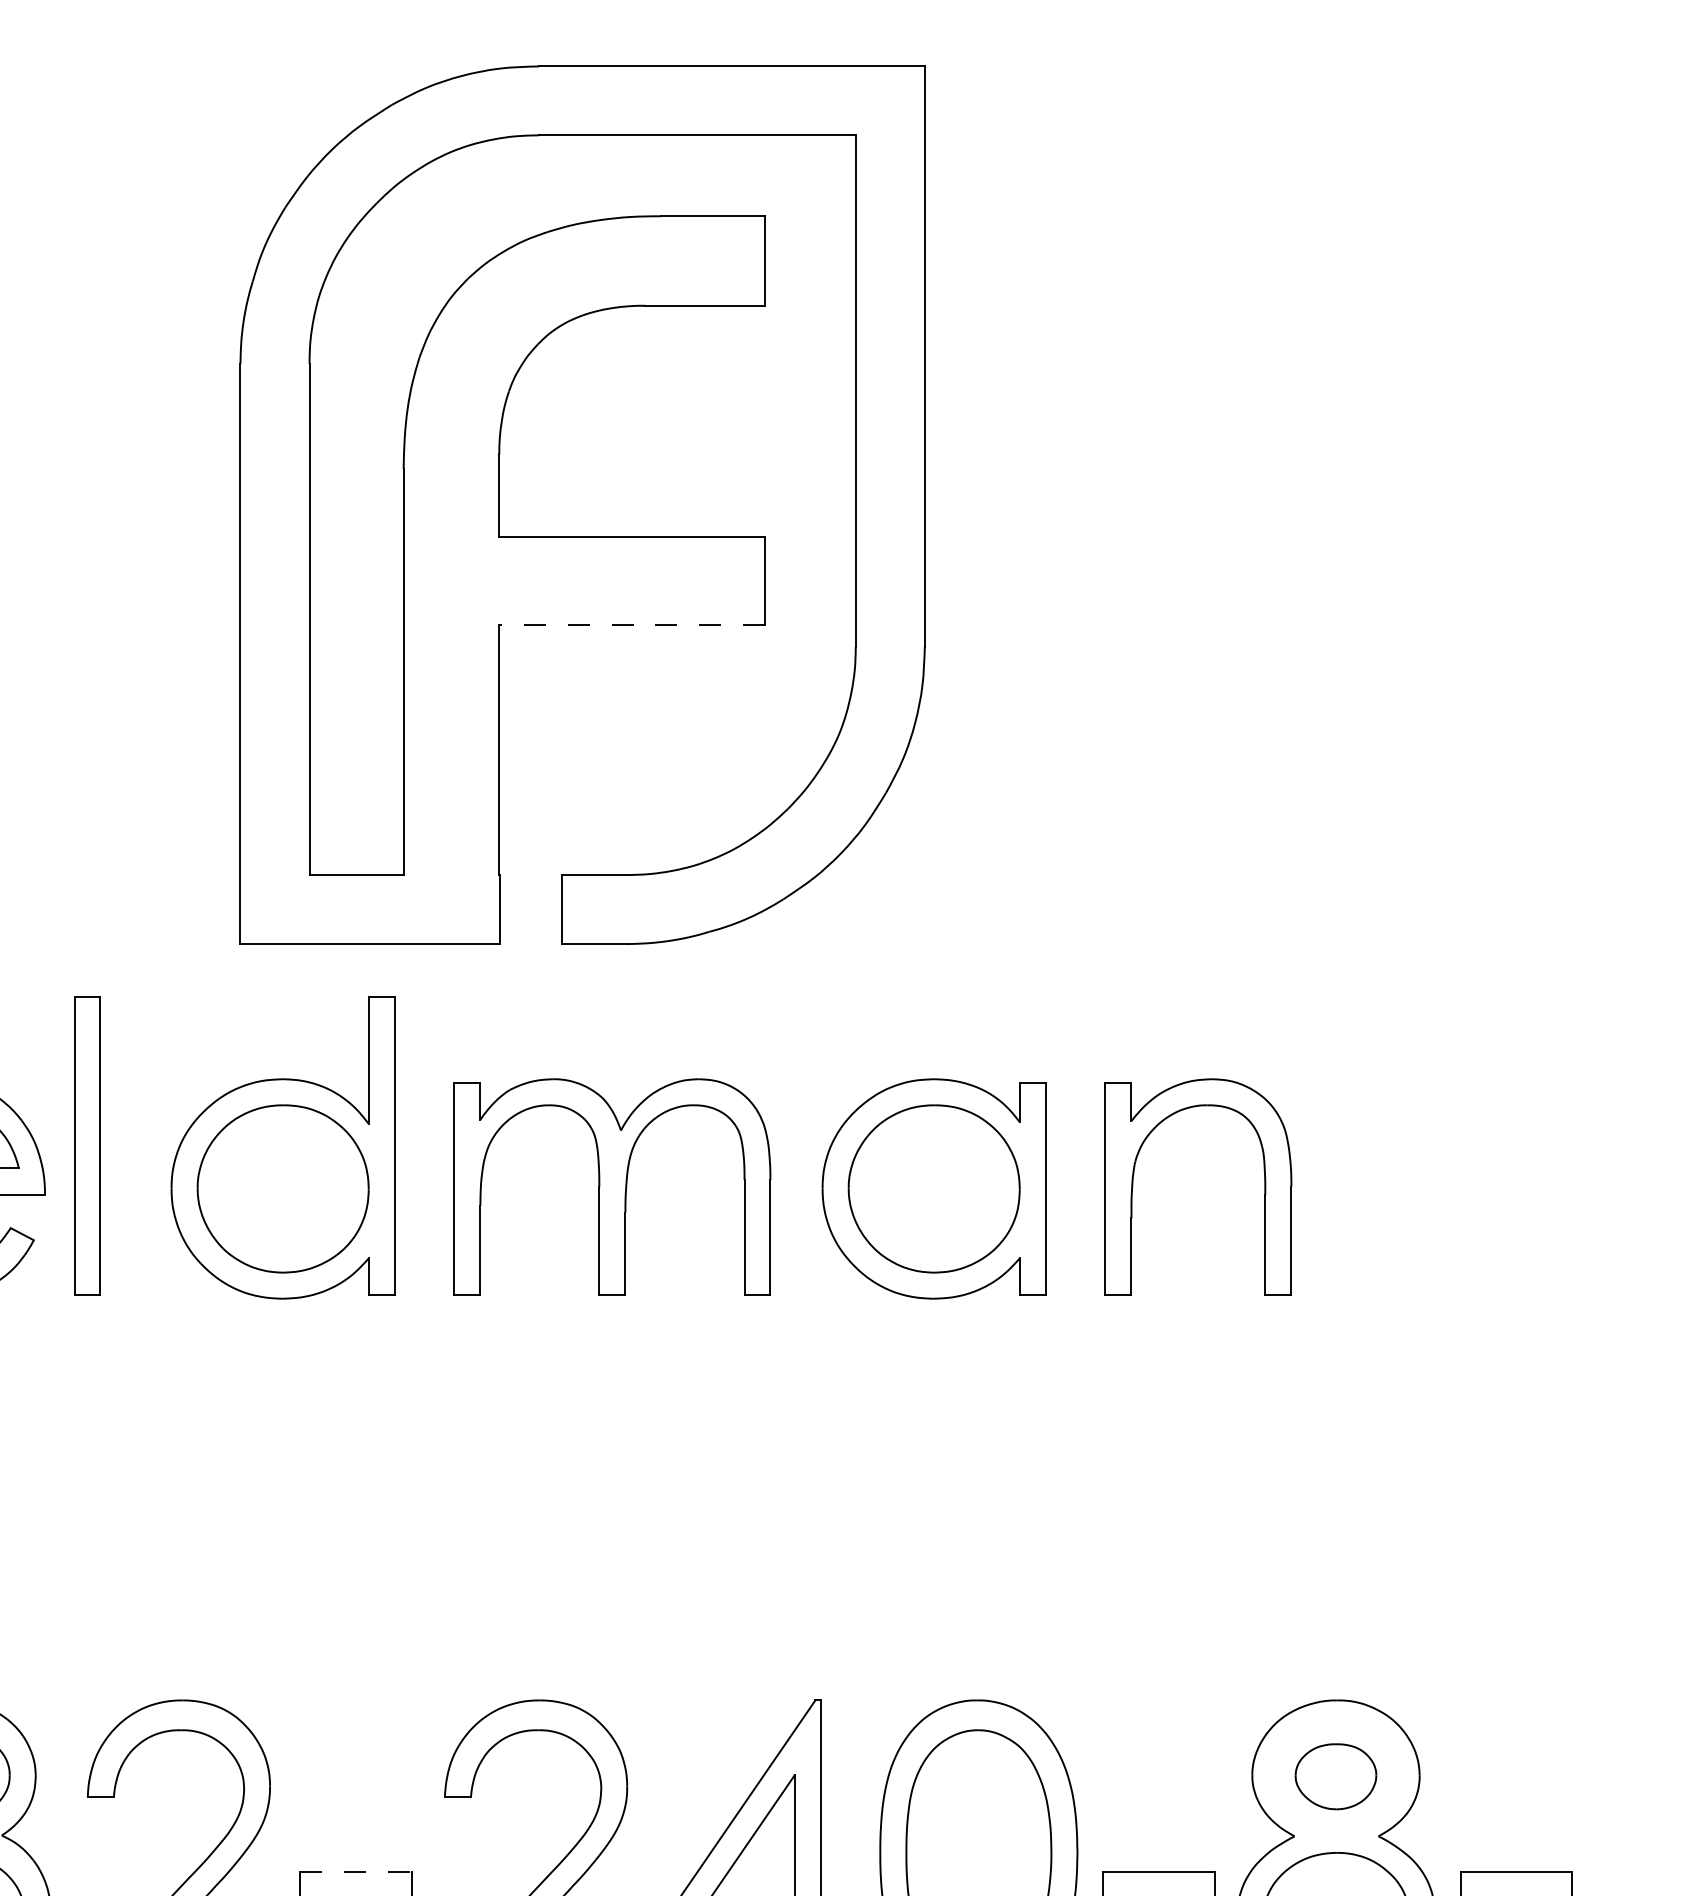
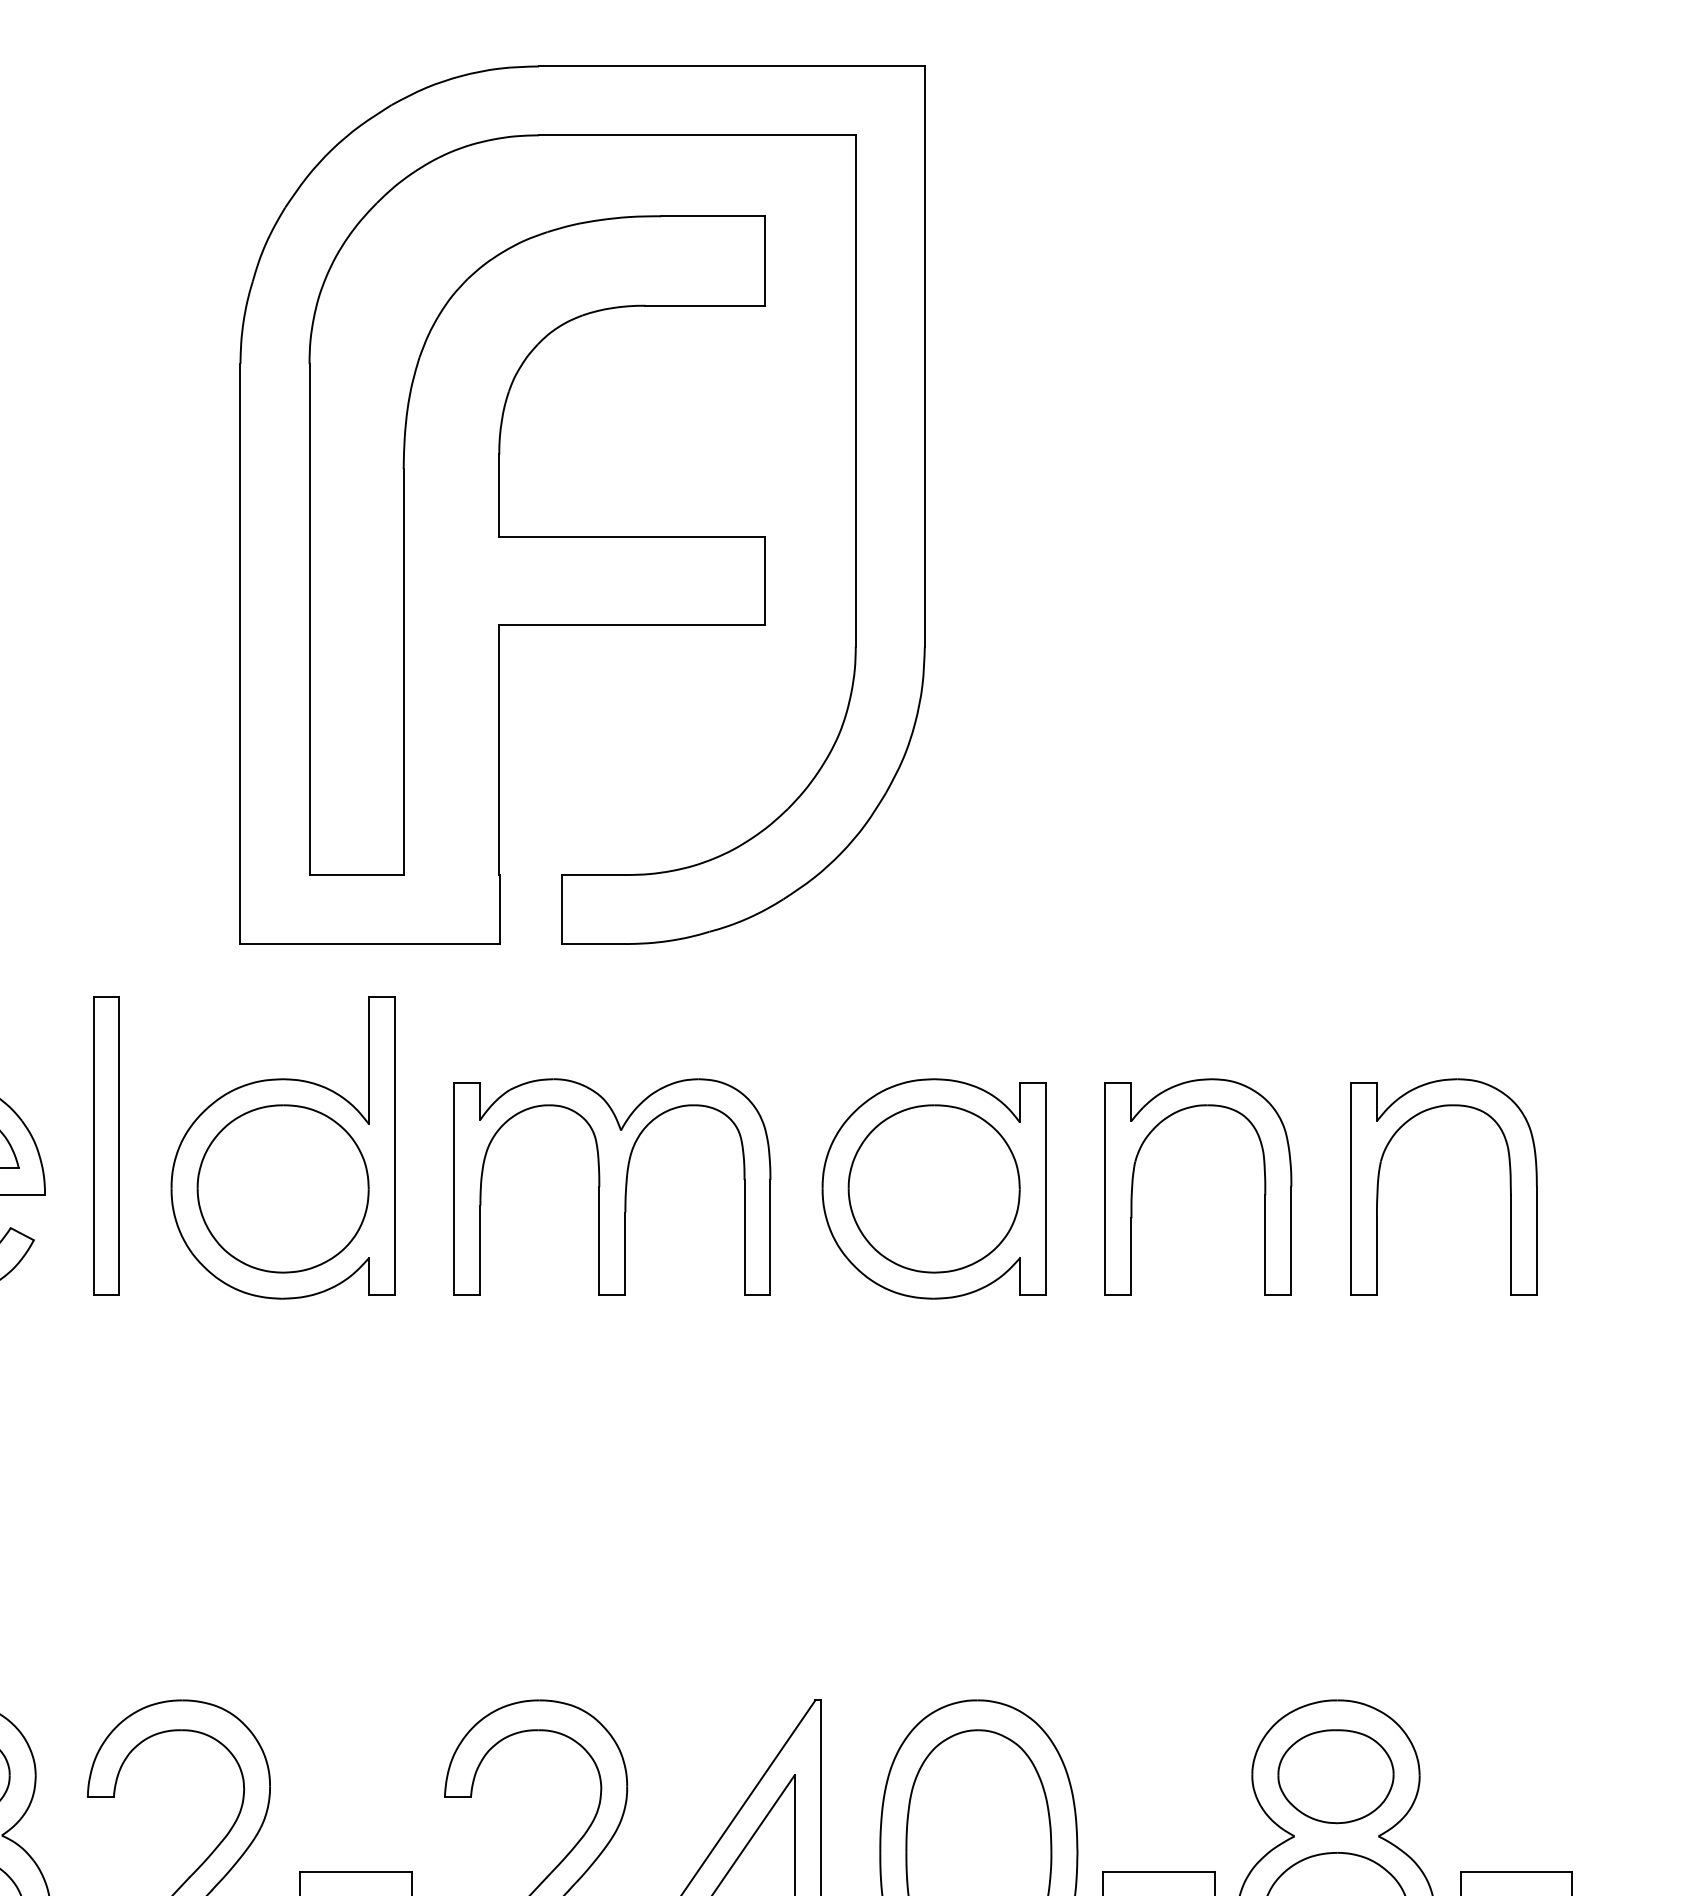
line at (632, 624): dashed -> solid
part at (87, 1145) position: (87, 1145) -> (106, 1145)
part at (1379, 1179): none -> present
part at (1335, 1776) size: 84x68 px -> 118x96 px
line at (355, 1871): dashed -> solid
